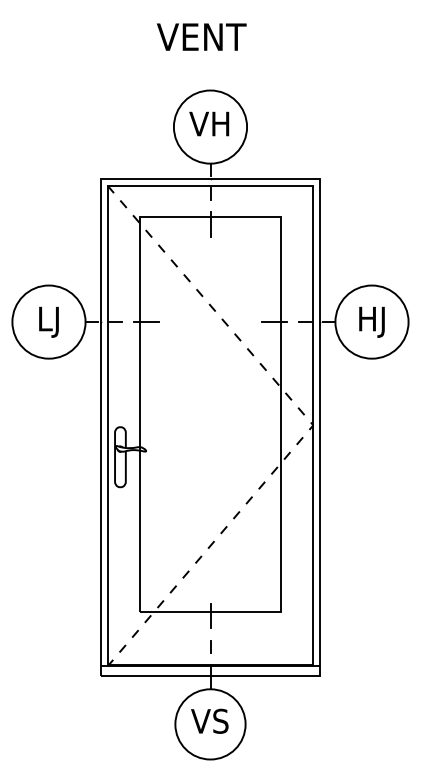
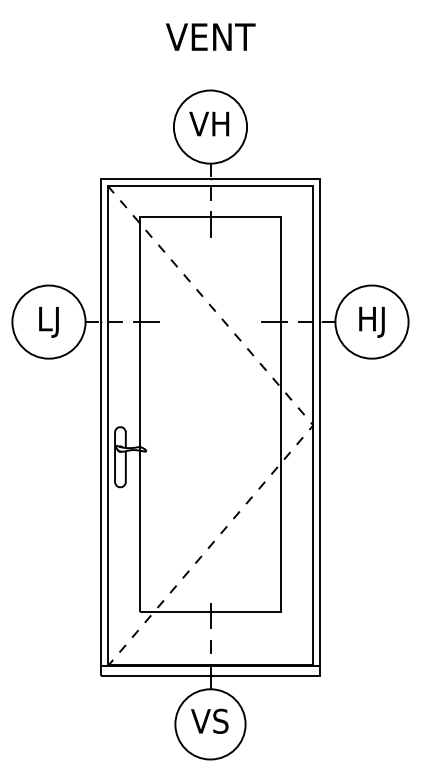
text at (201, 36) position: (201, 36) -> (210, 36)
